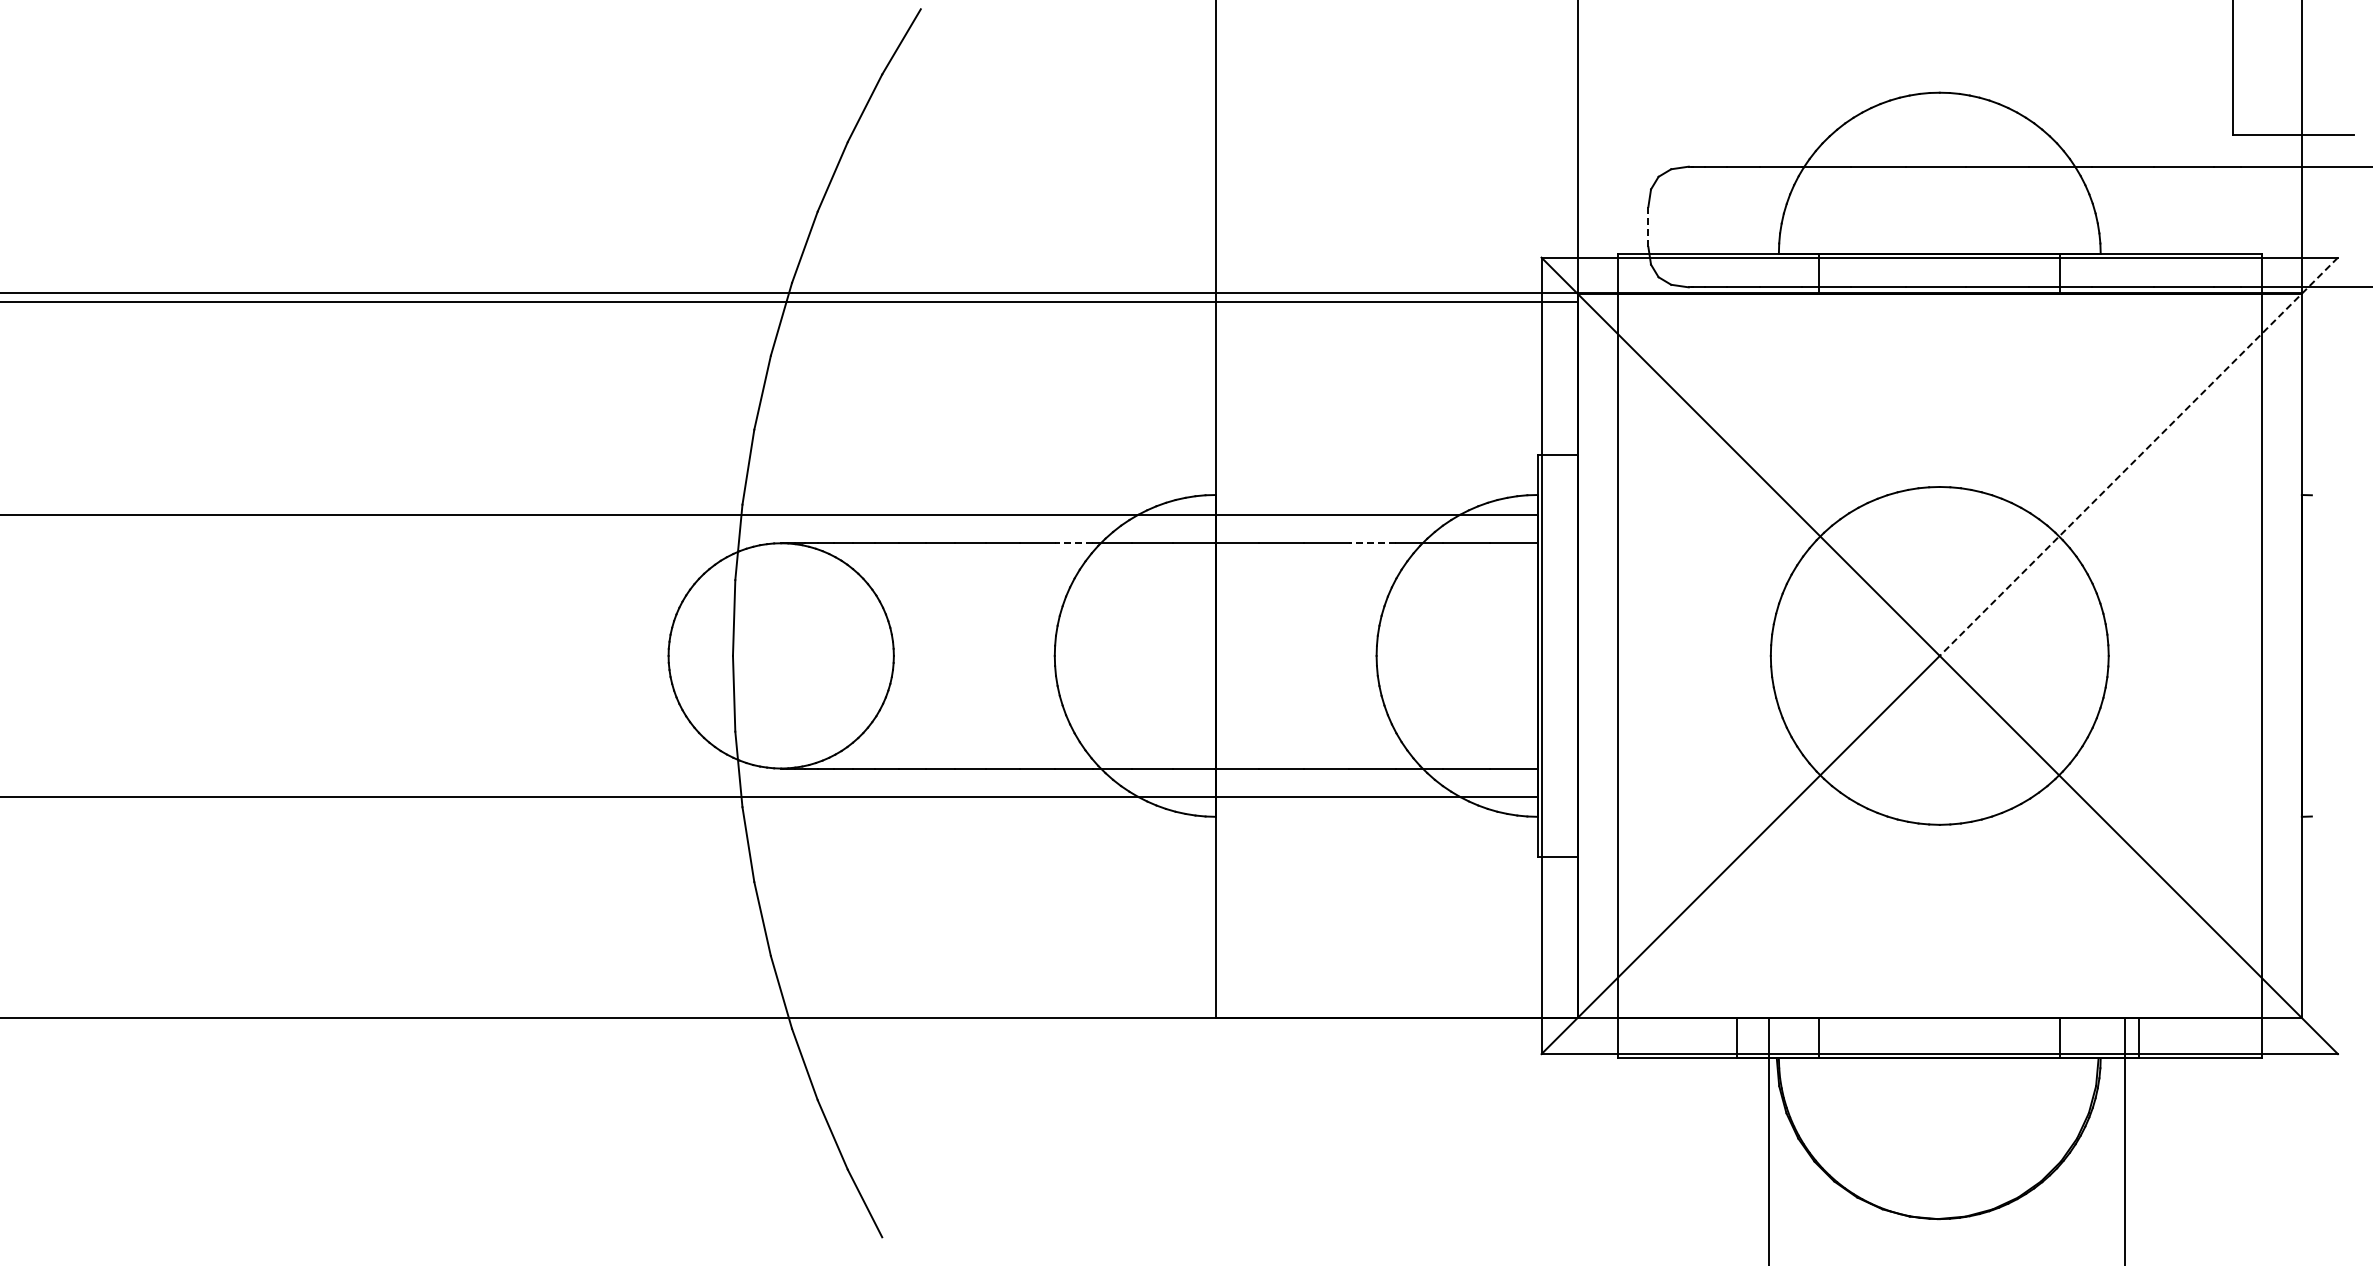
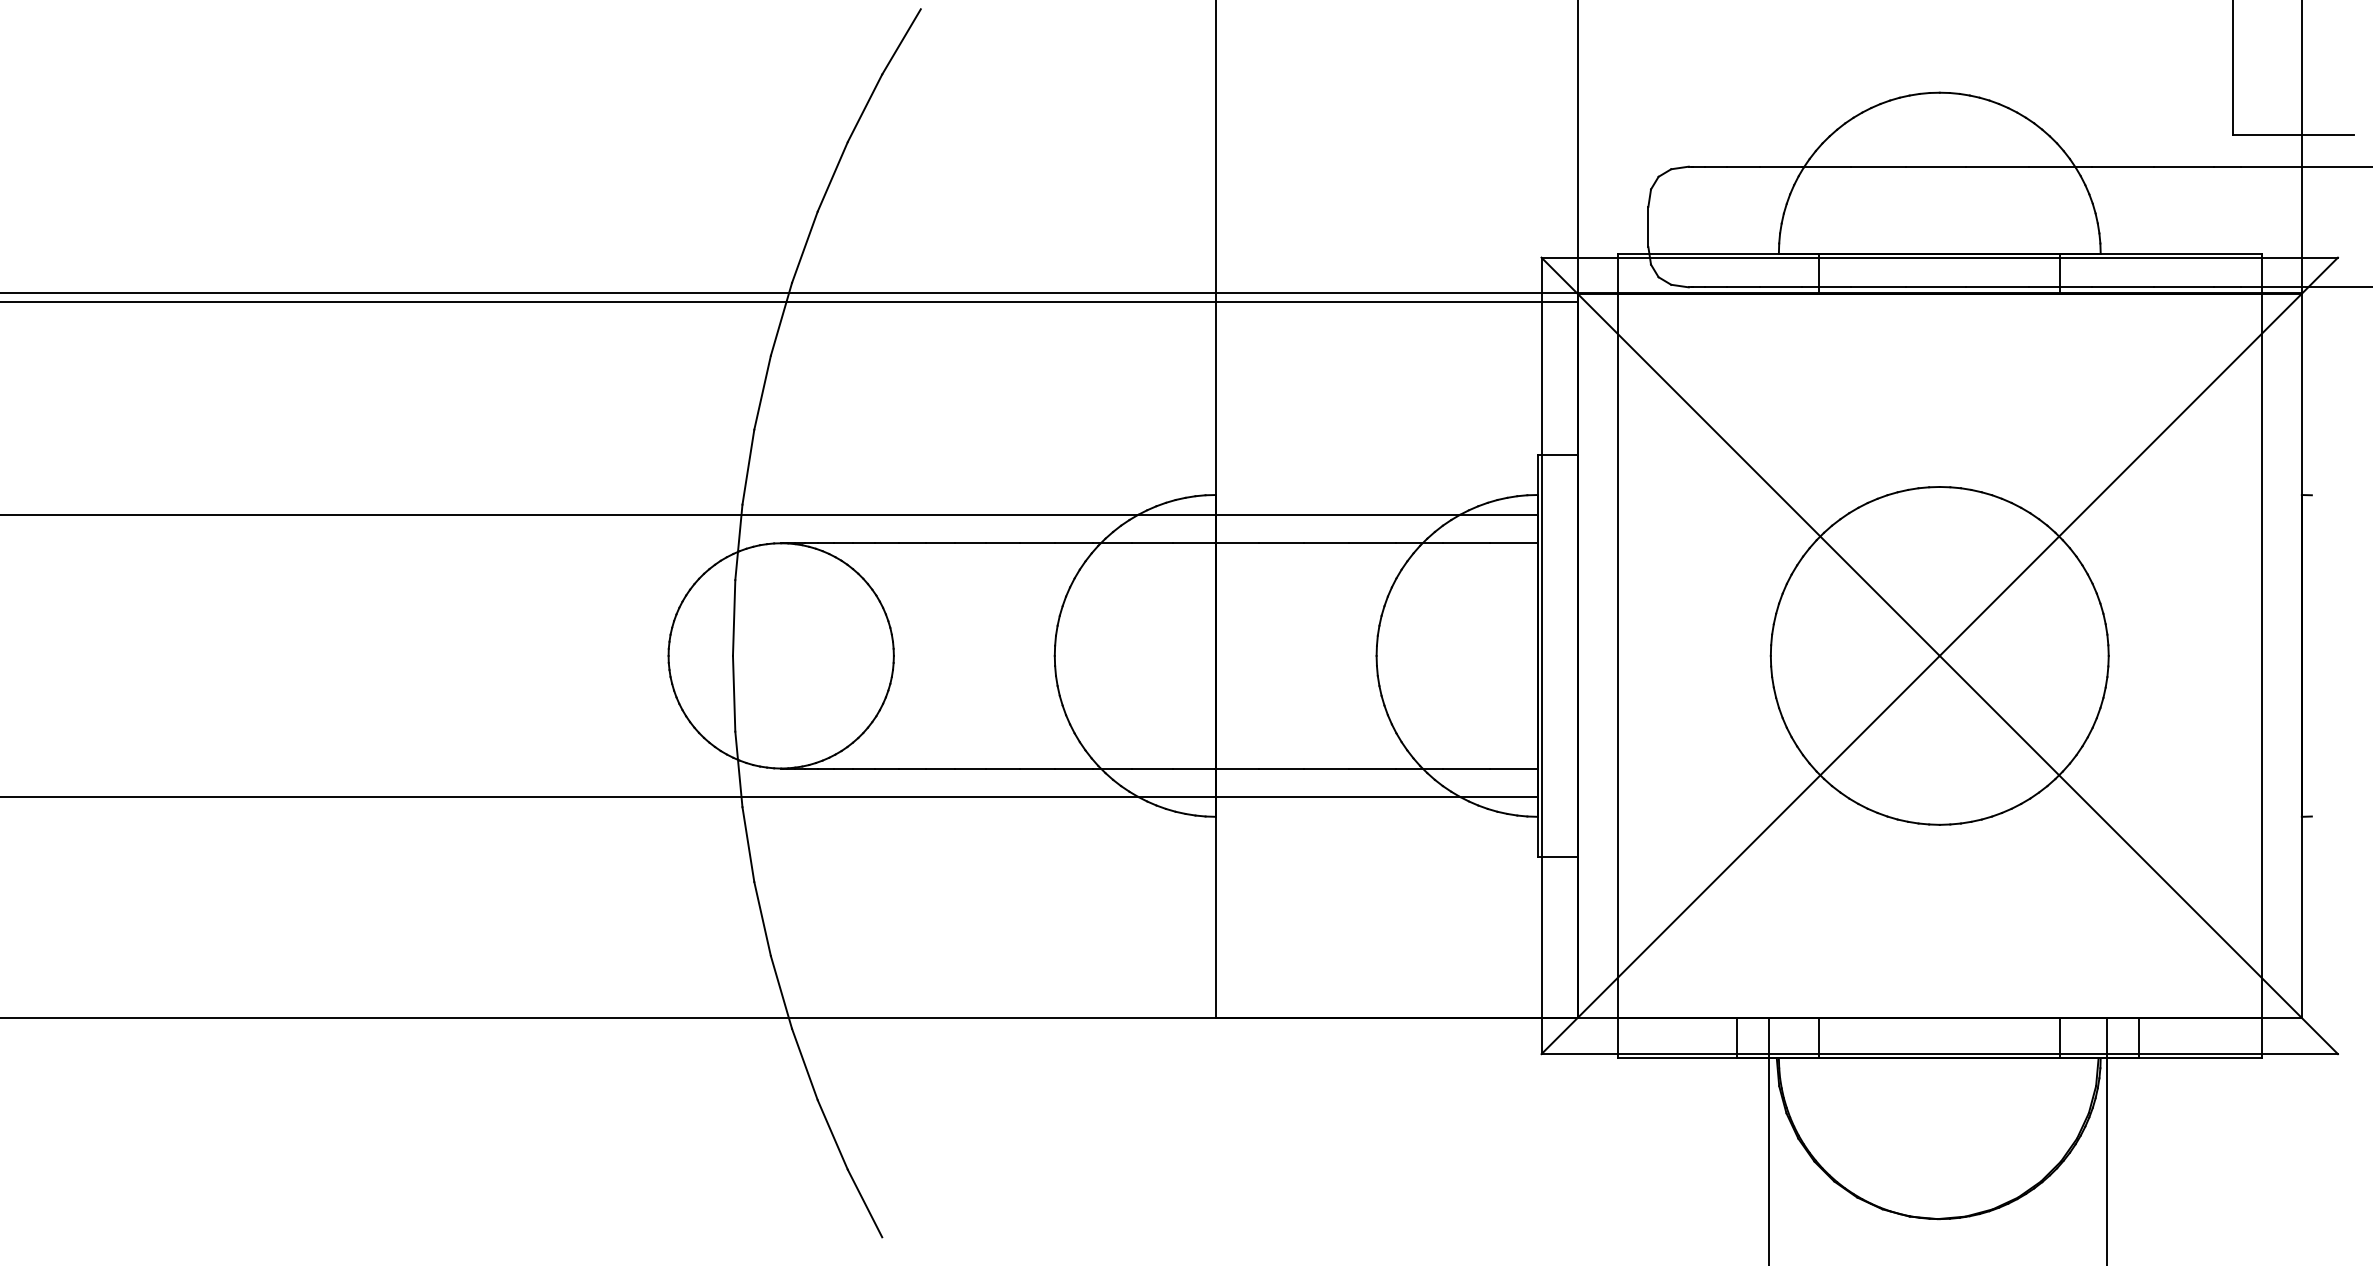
line at (1648, 226): dashed -> solid
line at (2138, 456): dashed -> solid
line at (1074, 543): dashed -> solid
line at (1372, 543): dashed -> solid
line at (2124, 1139) position: (2124, 1139) -> (2106, 1139)
